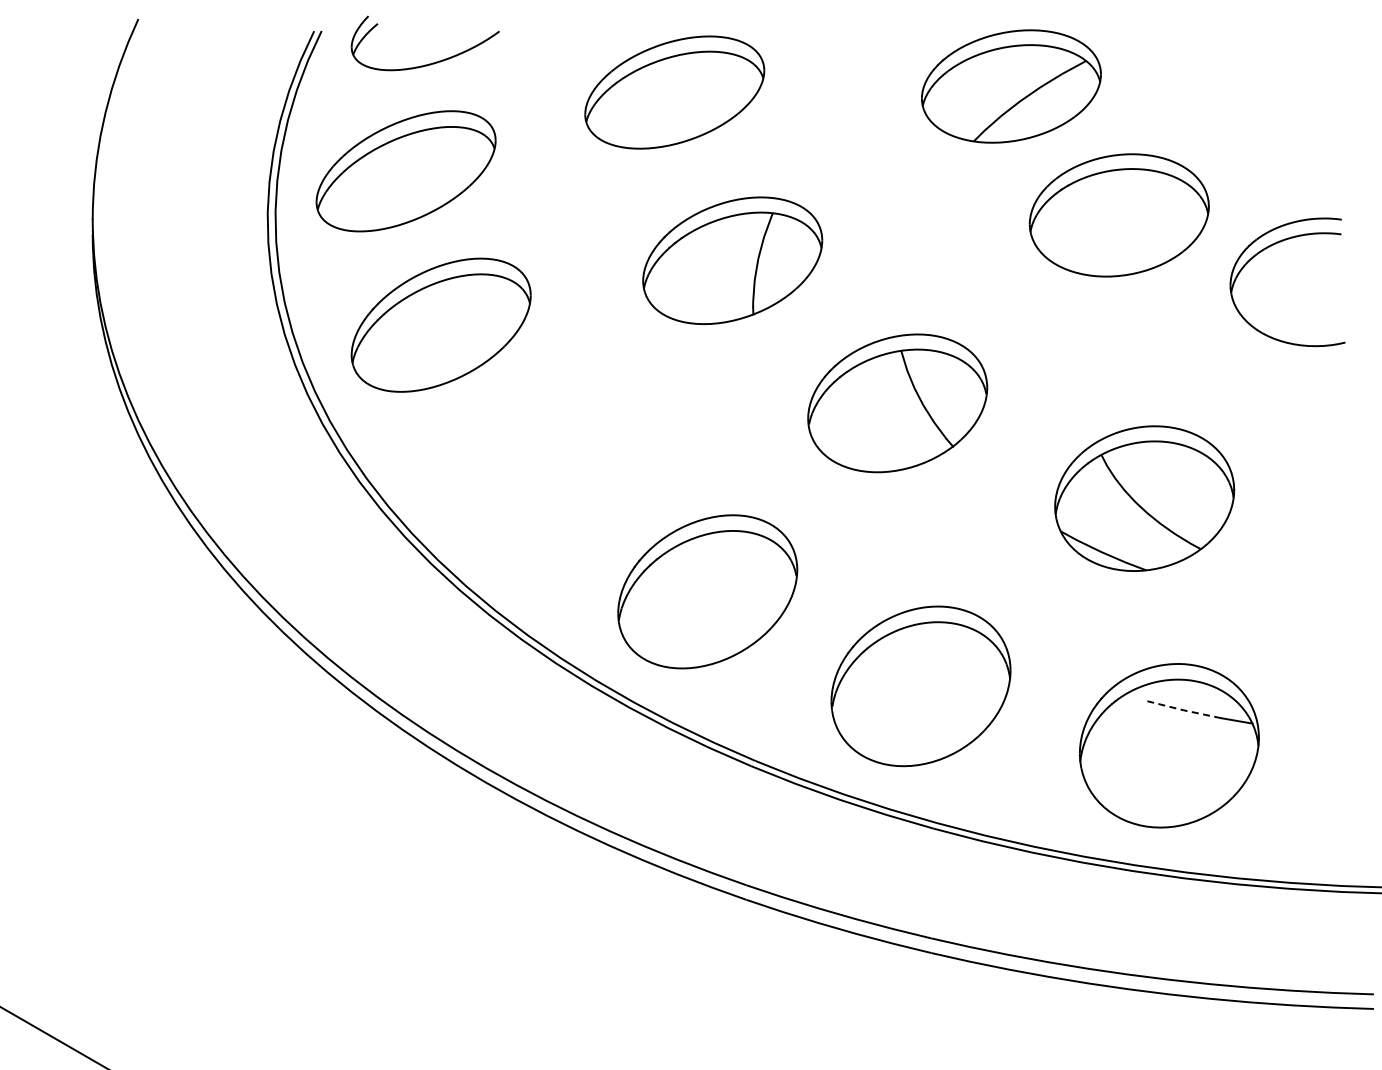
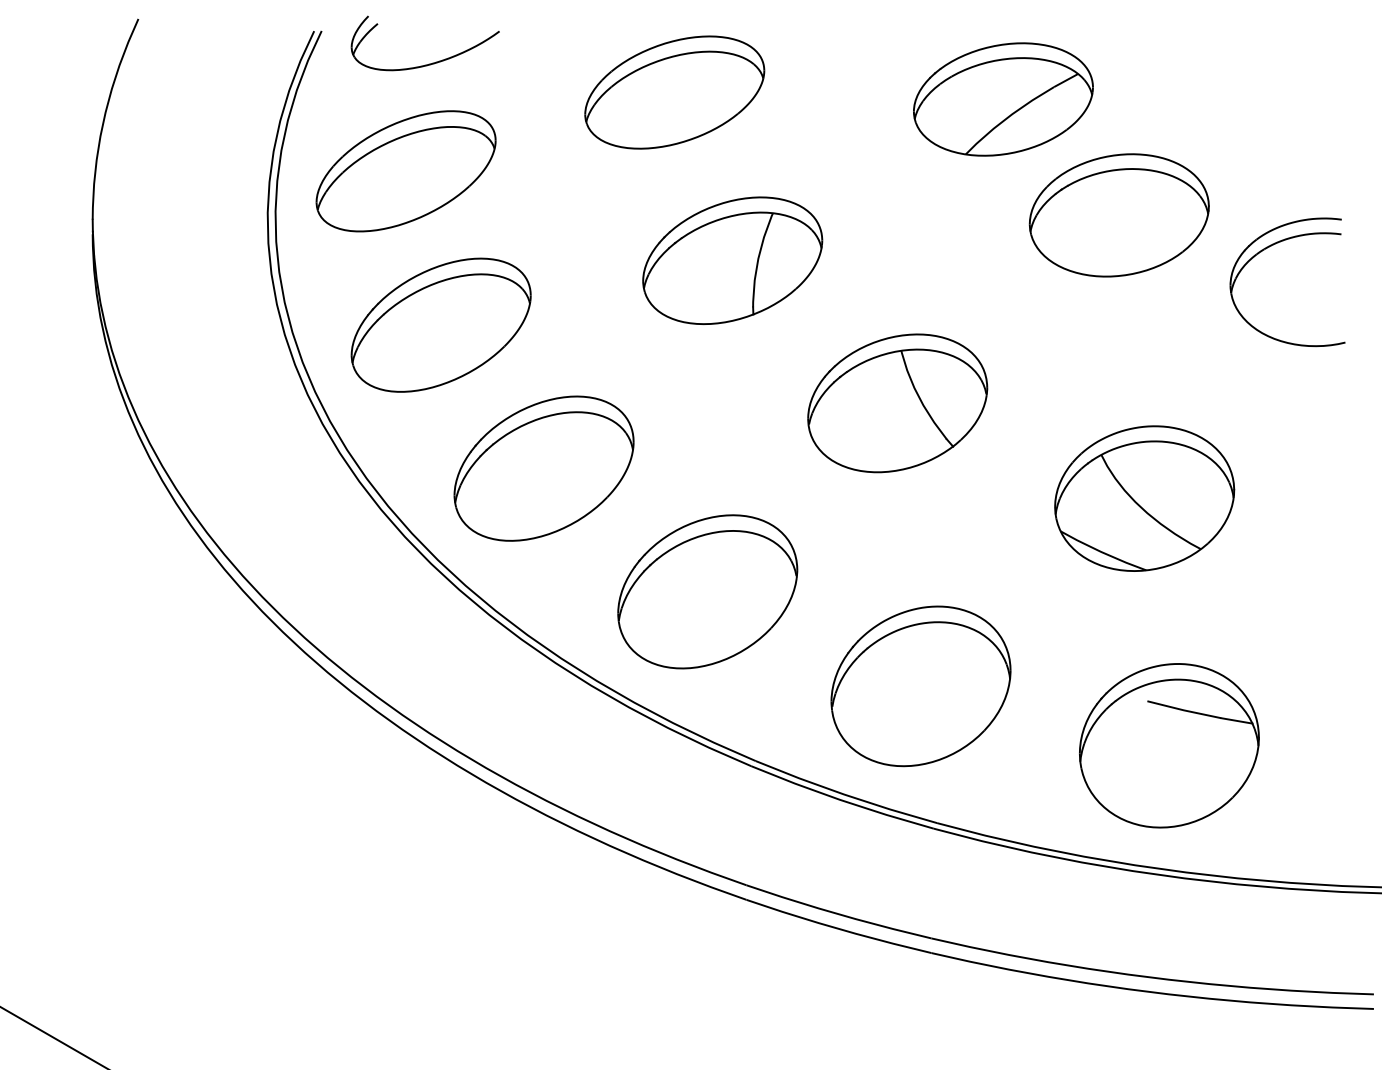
part at (1011, 86) position: (1011, 86) -> (1003, 99)
part at (543, 468): none -> present
line at (1183, 710): dashed -> solid
